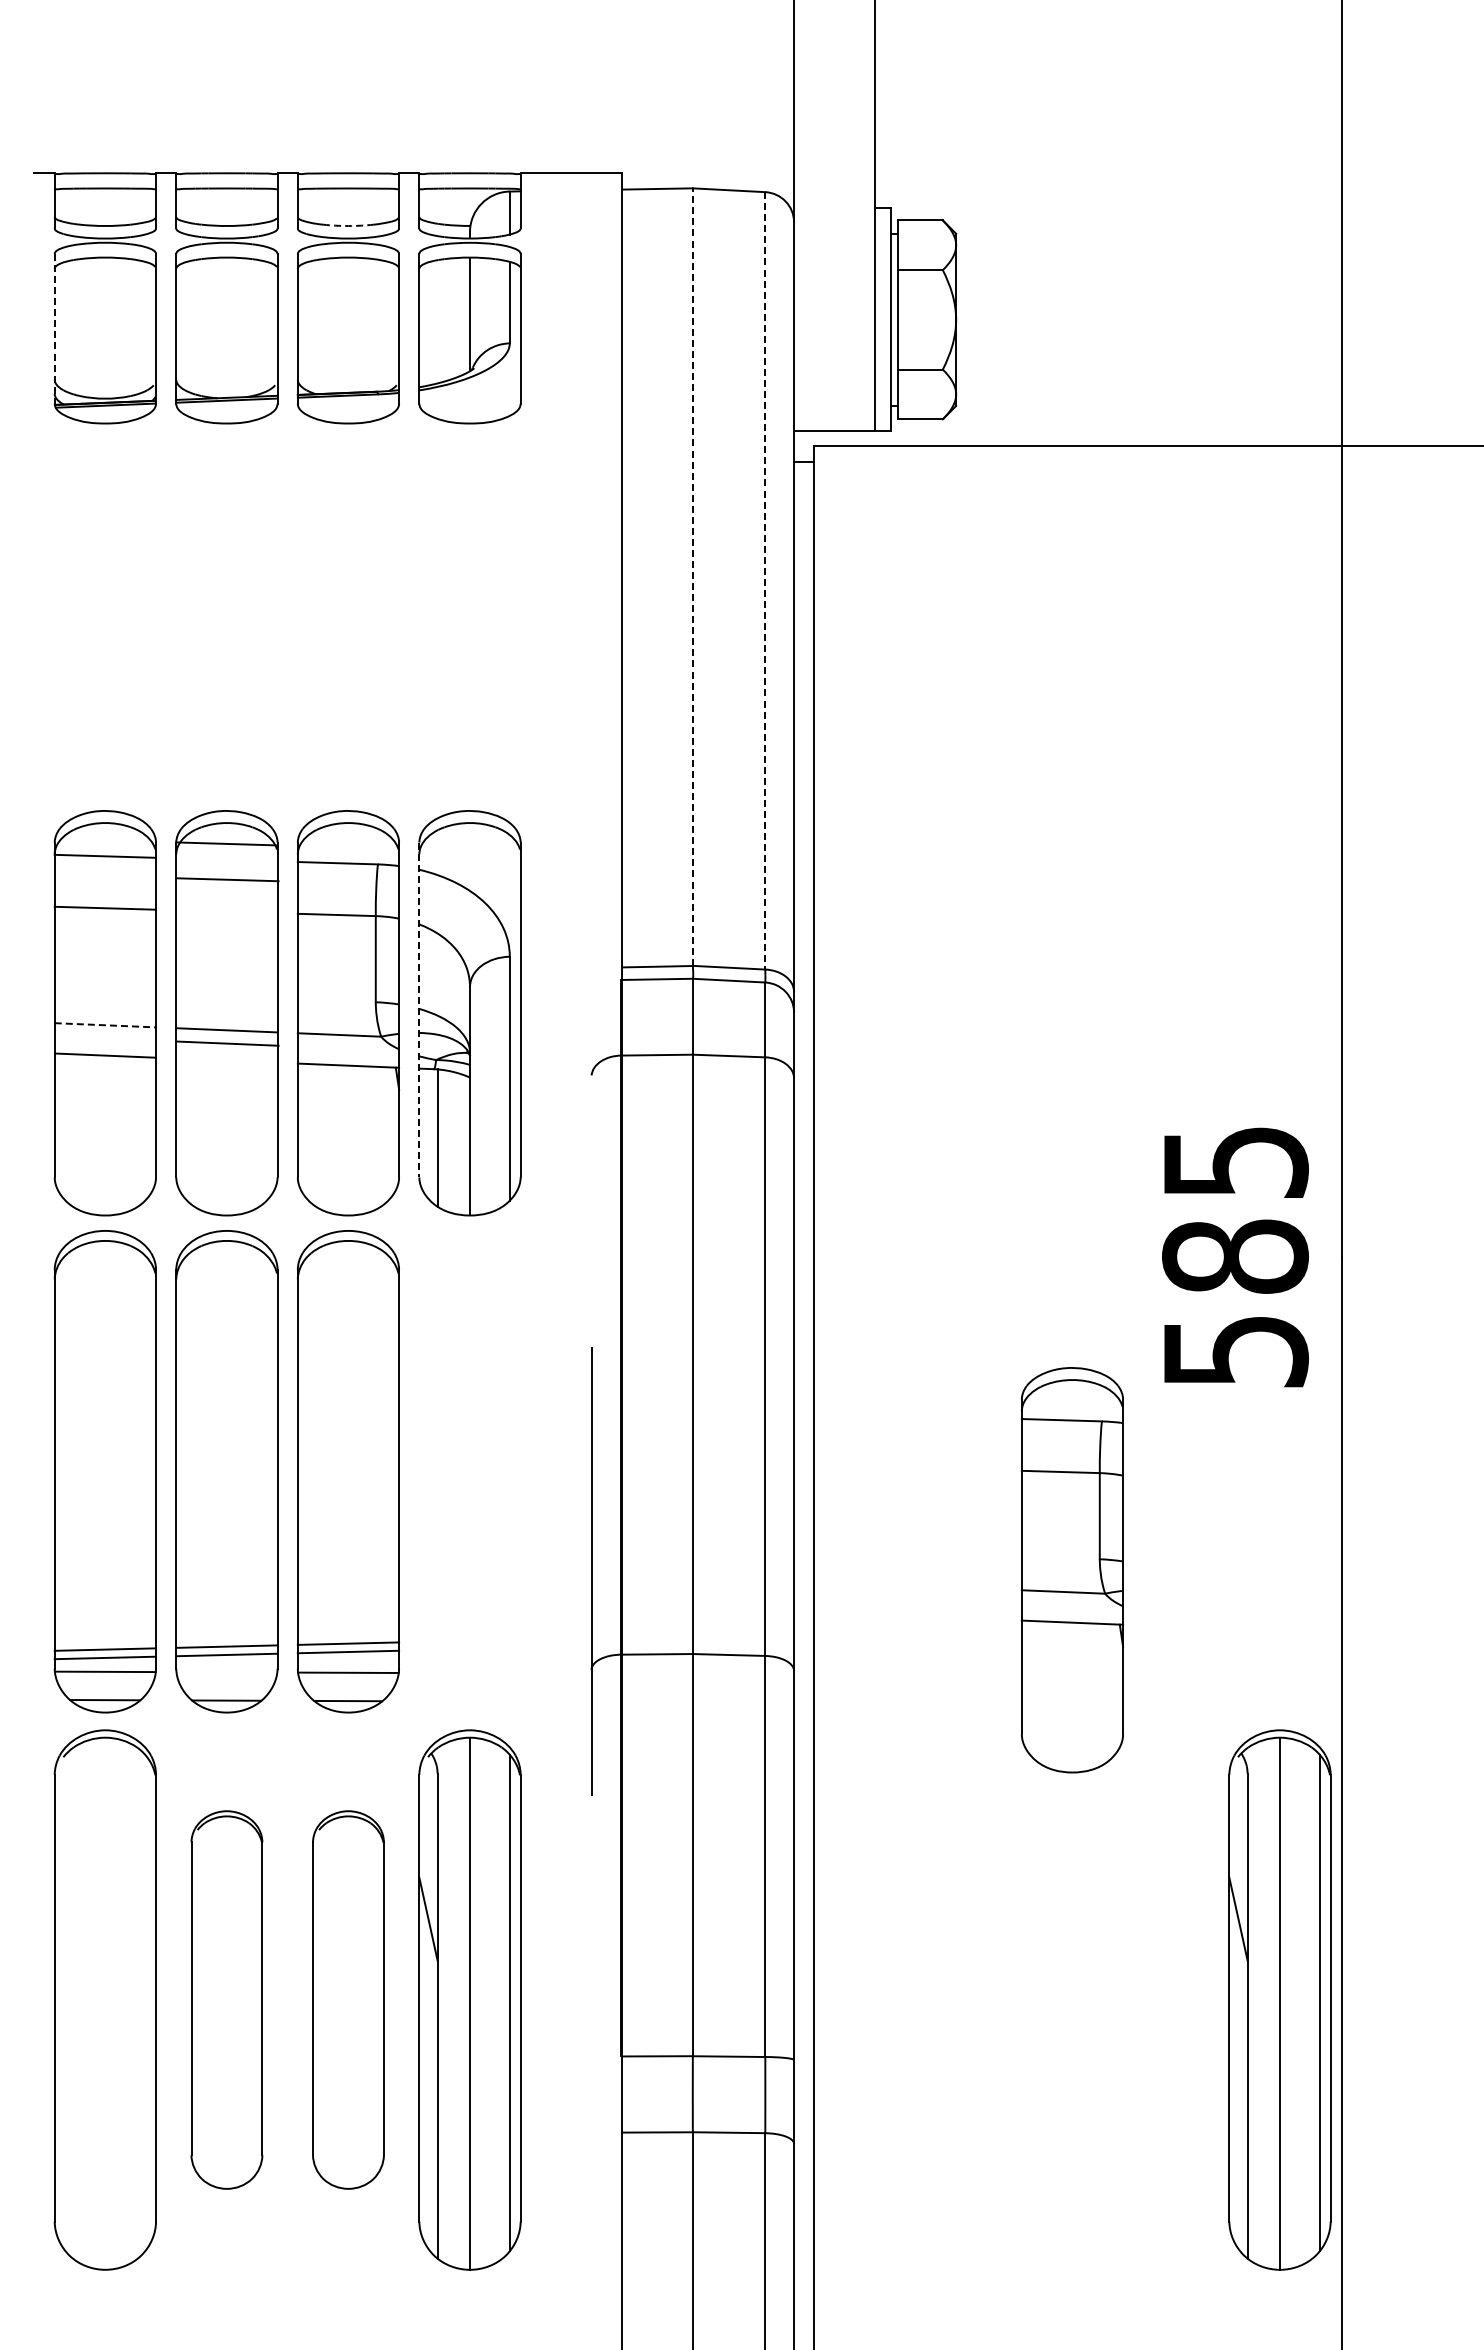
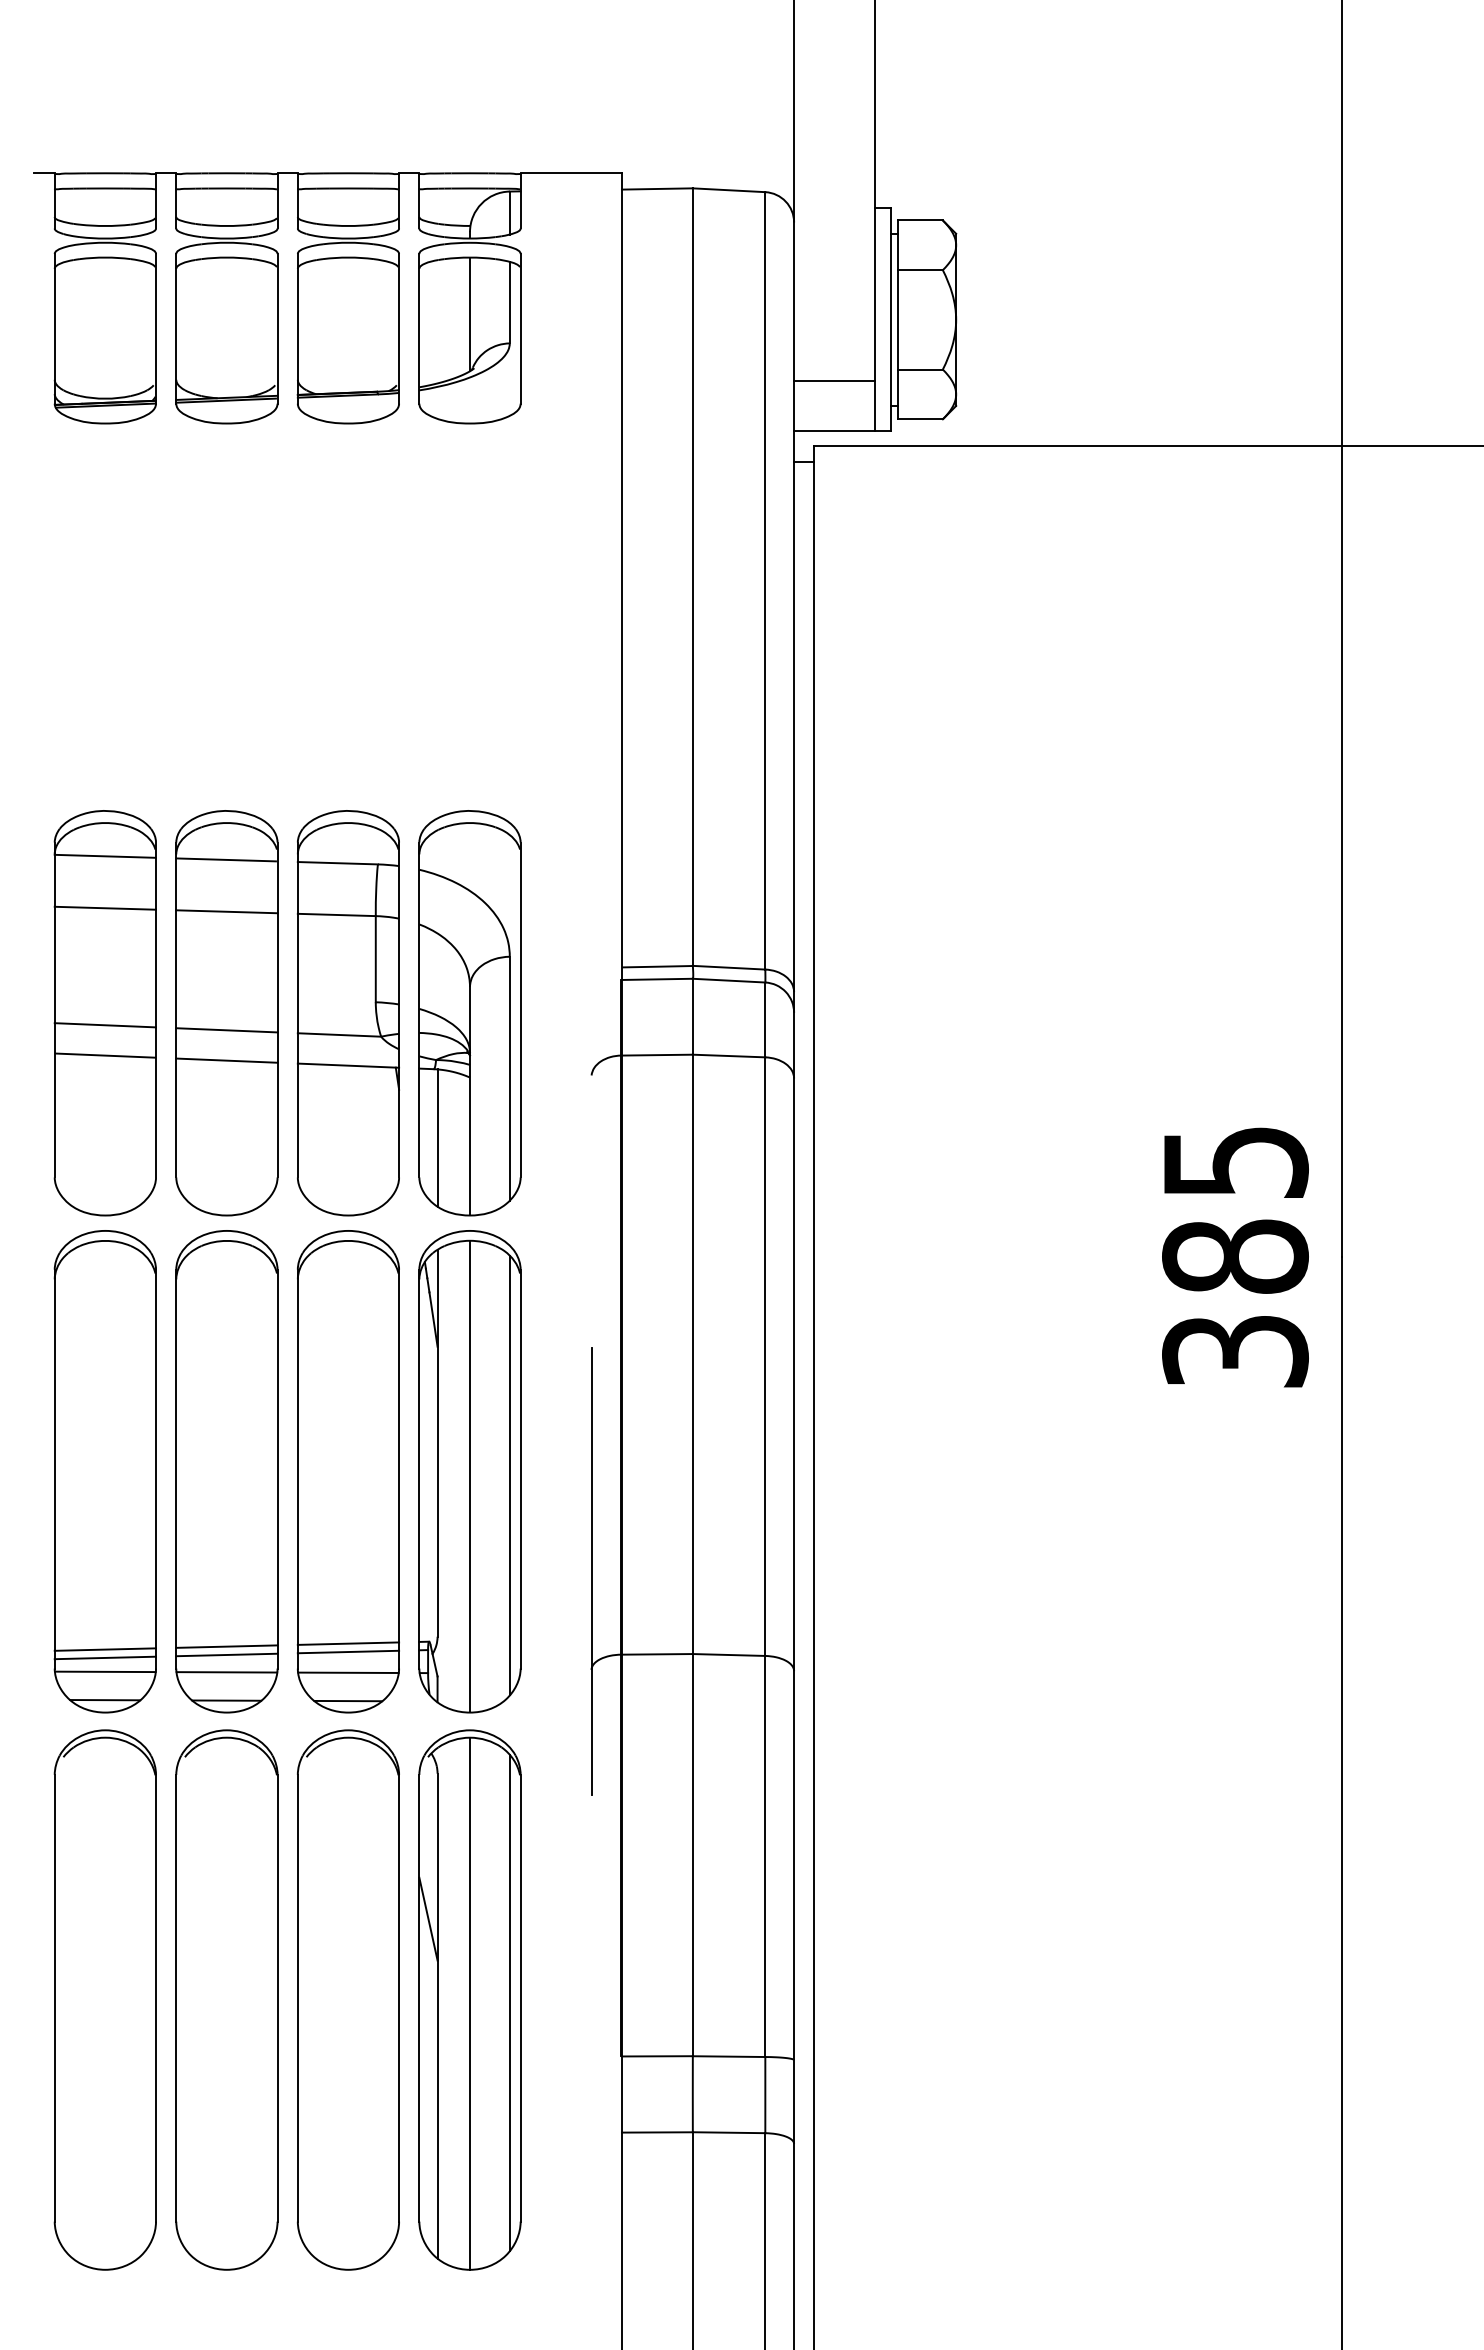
arc at (348, 226): dashed -> solid
line at (54, 328): dashed -> solid
line at (834, 380): none -> present
line at (692, 577): dashed -> solid
line at (765, 580): dashed -> solid
line at (225, 843) position: (225, 843) -> (225, 859)
line at (227, 879) position: (227, 879) -> (226, 911)
line at (419, 1010): dashed -> solid
line at (105, 1025): dashed -> solid
line at (227, 1043) position: (227, 1043) -> (226, 1060)
text at (1235, 1351): 585 -> 385
part at (469, 1471): none -> present
part at (1071, 1570): present -> none
line at (226, 1672): none -> present
part at (226, 1999) size: 74x380 px -> 104x542 px
part at (348, 1999) size: 73x380 px -> 103x542 px
part at (1279, 1999): present -> none
